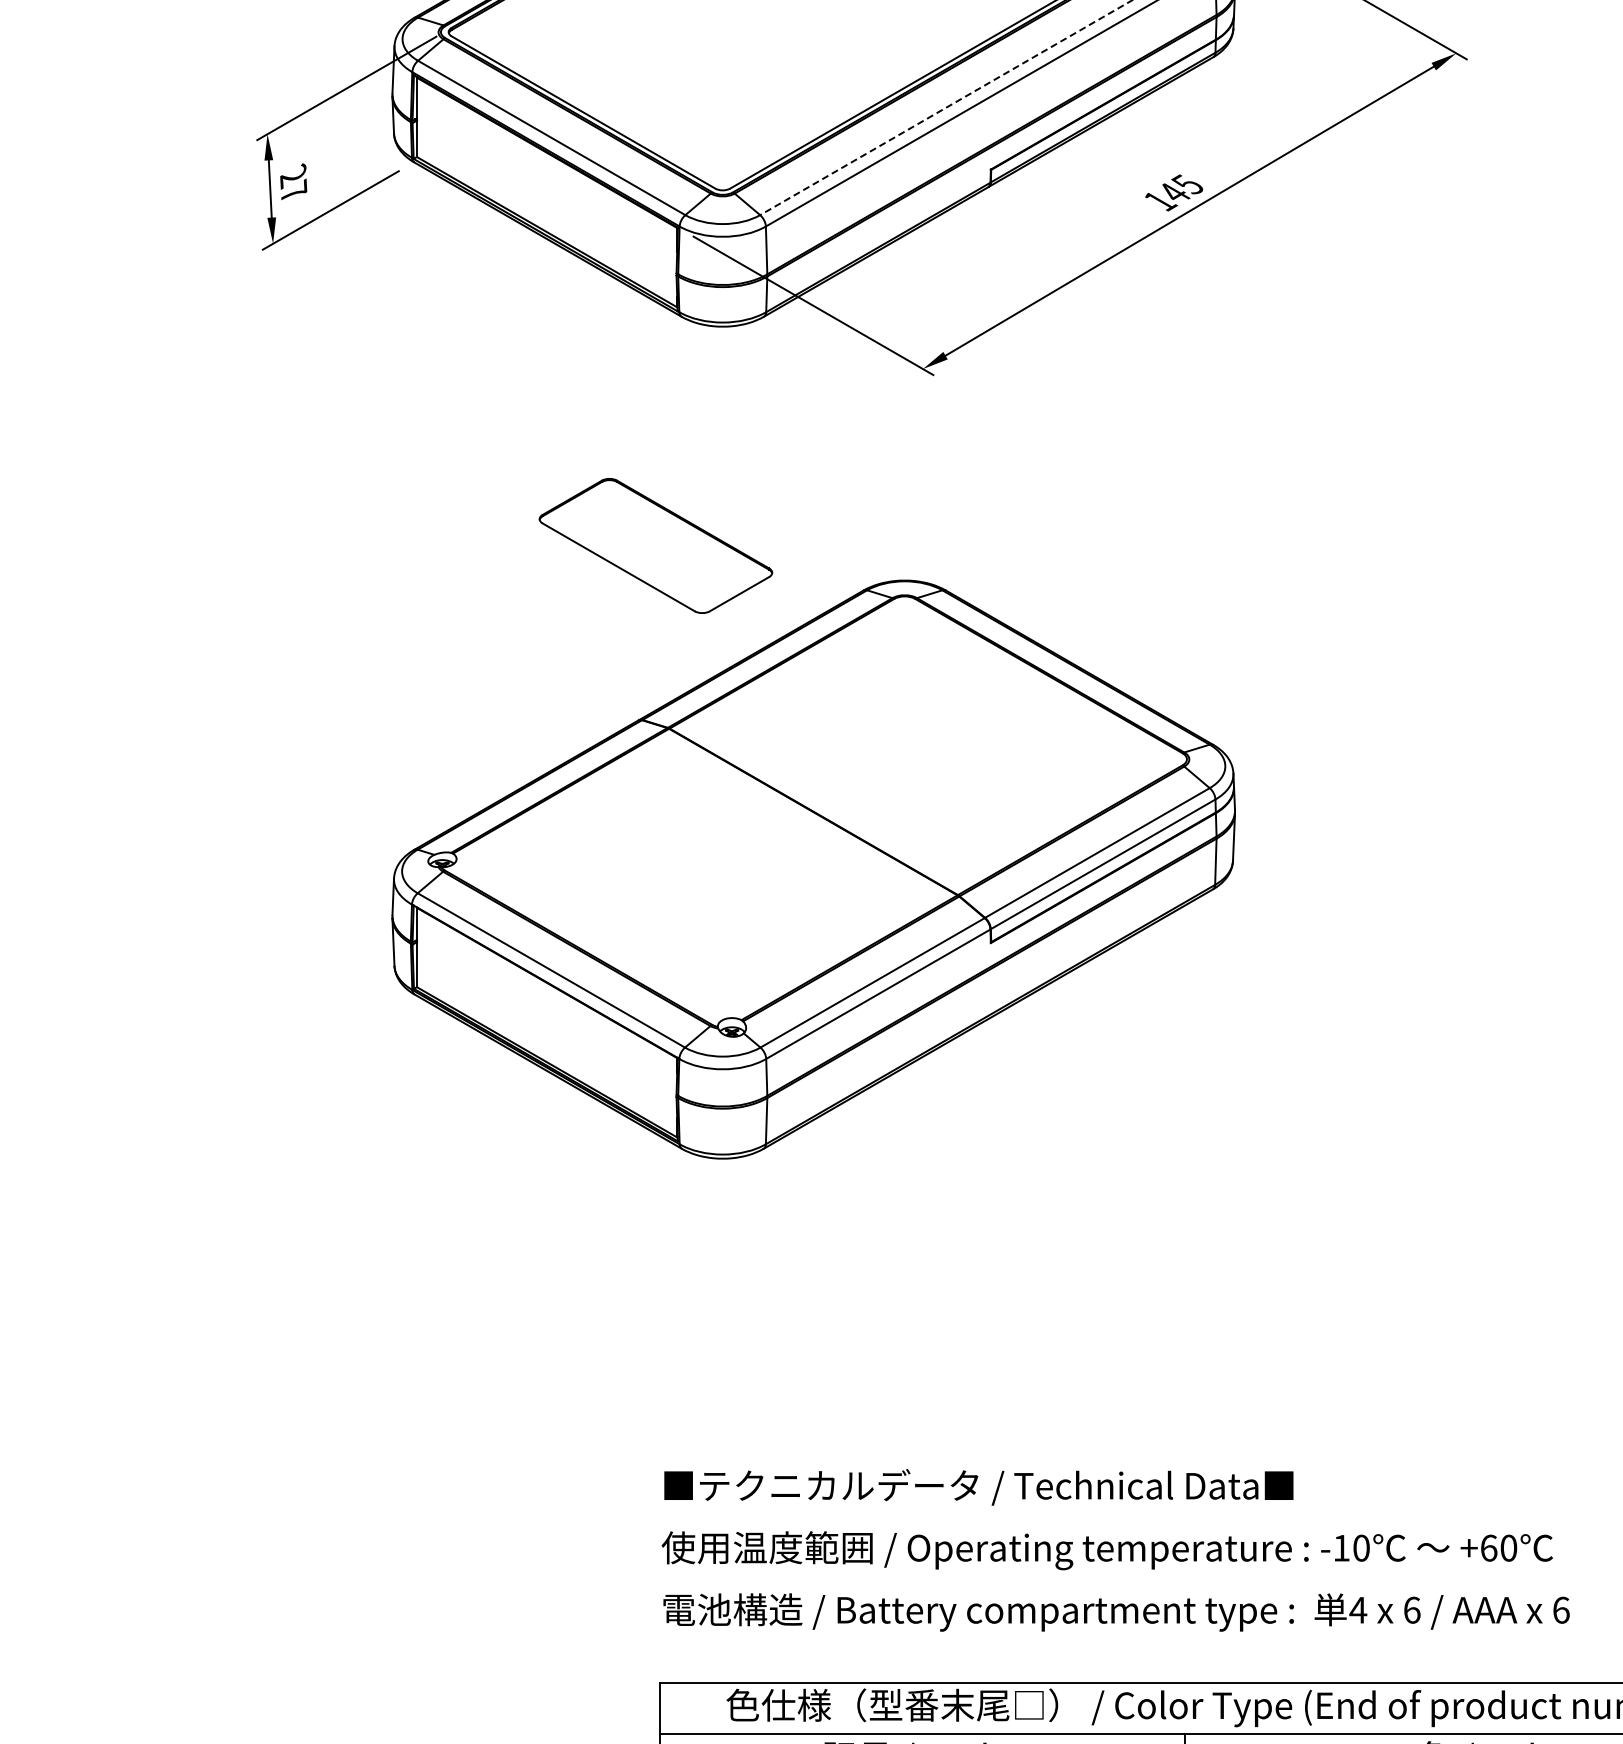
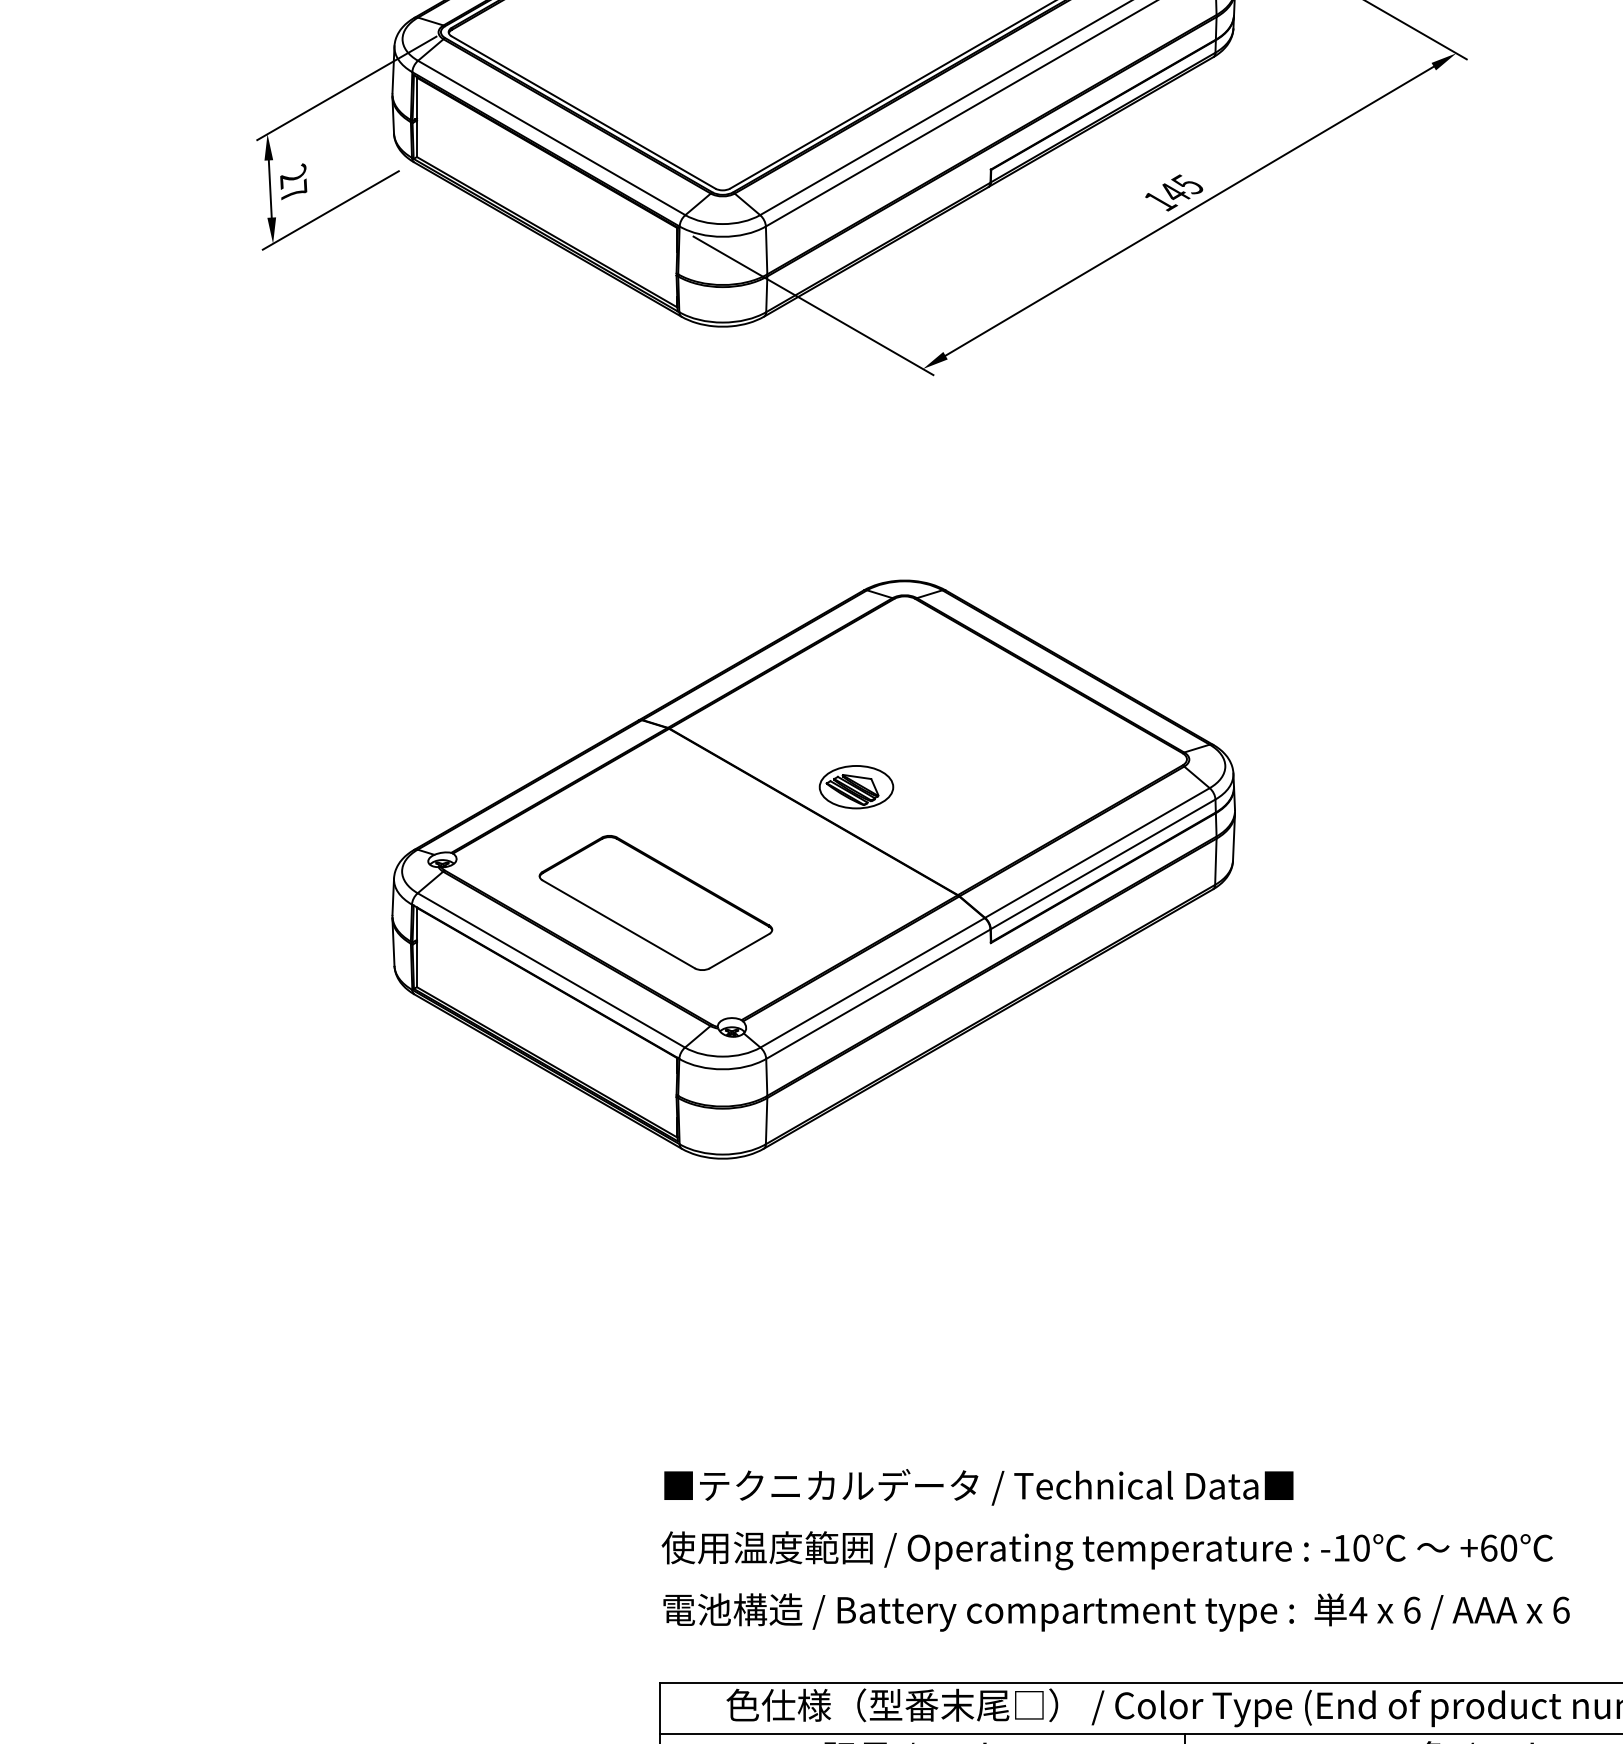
line at (946, 107): dashed -> solid
part at (655, 545) position: (655, 545) -> (655, 902)
part at (856, 787): none -> present
